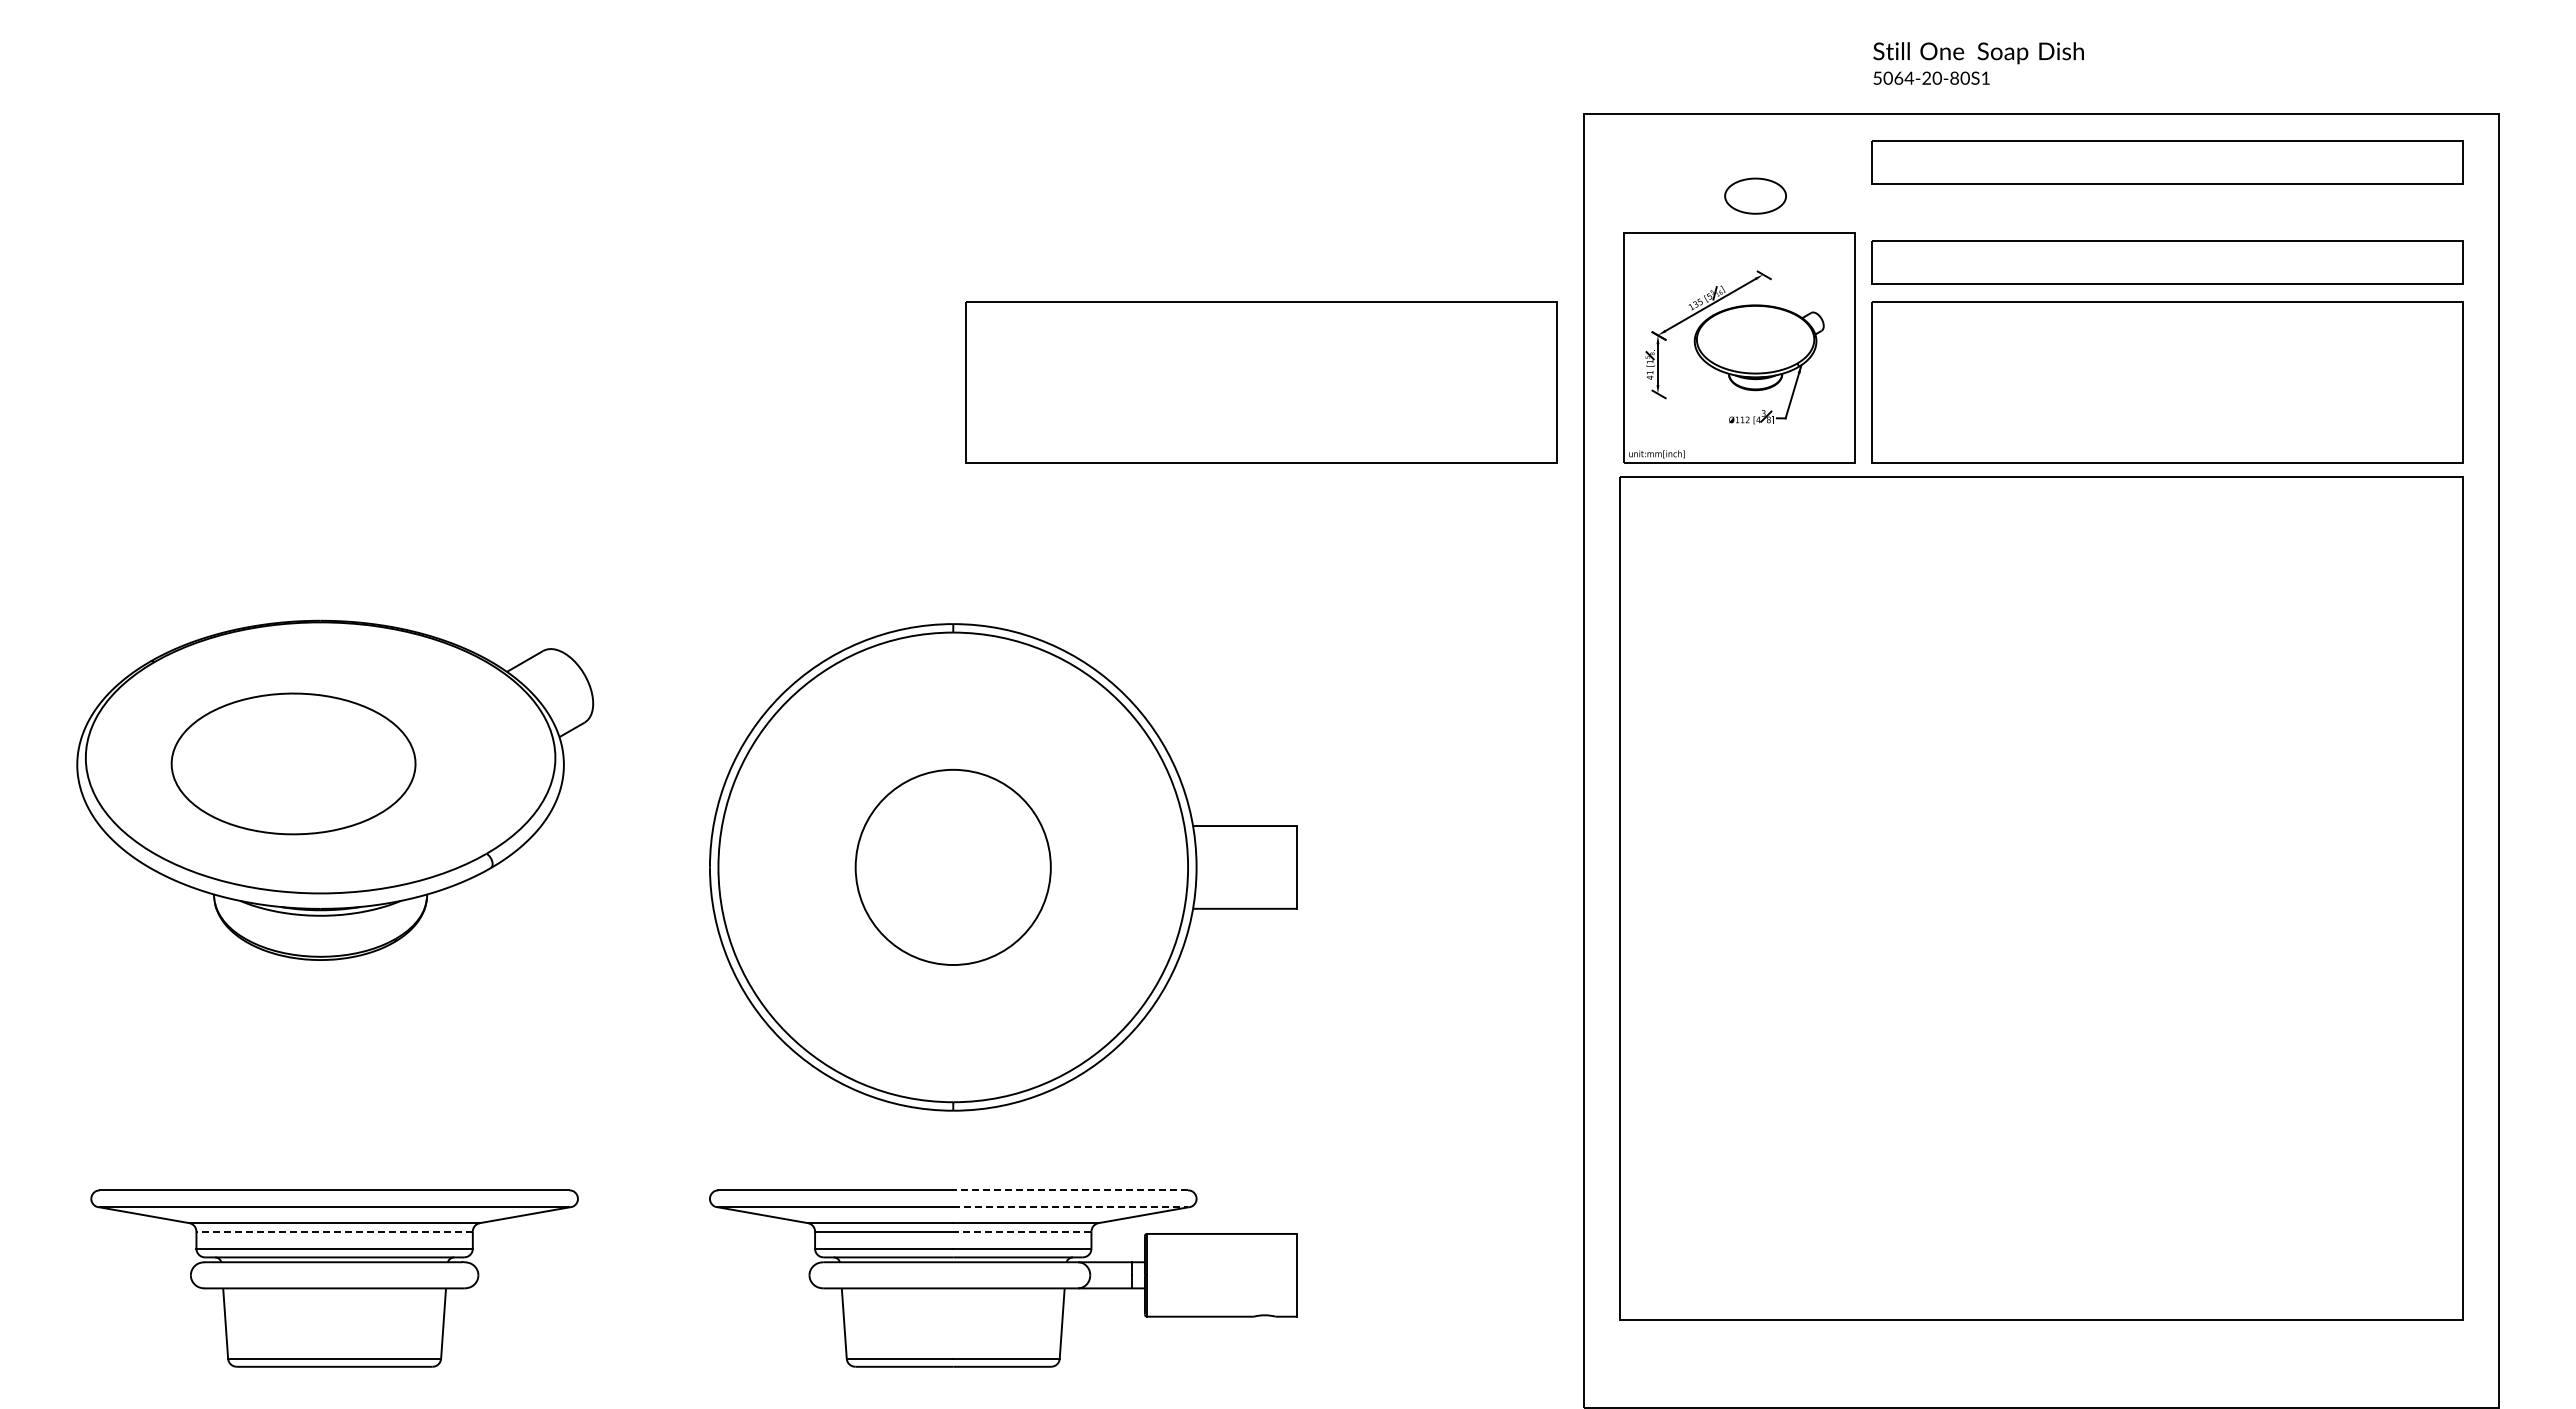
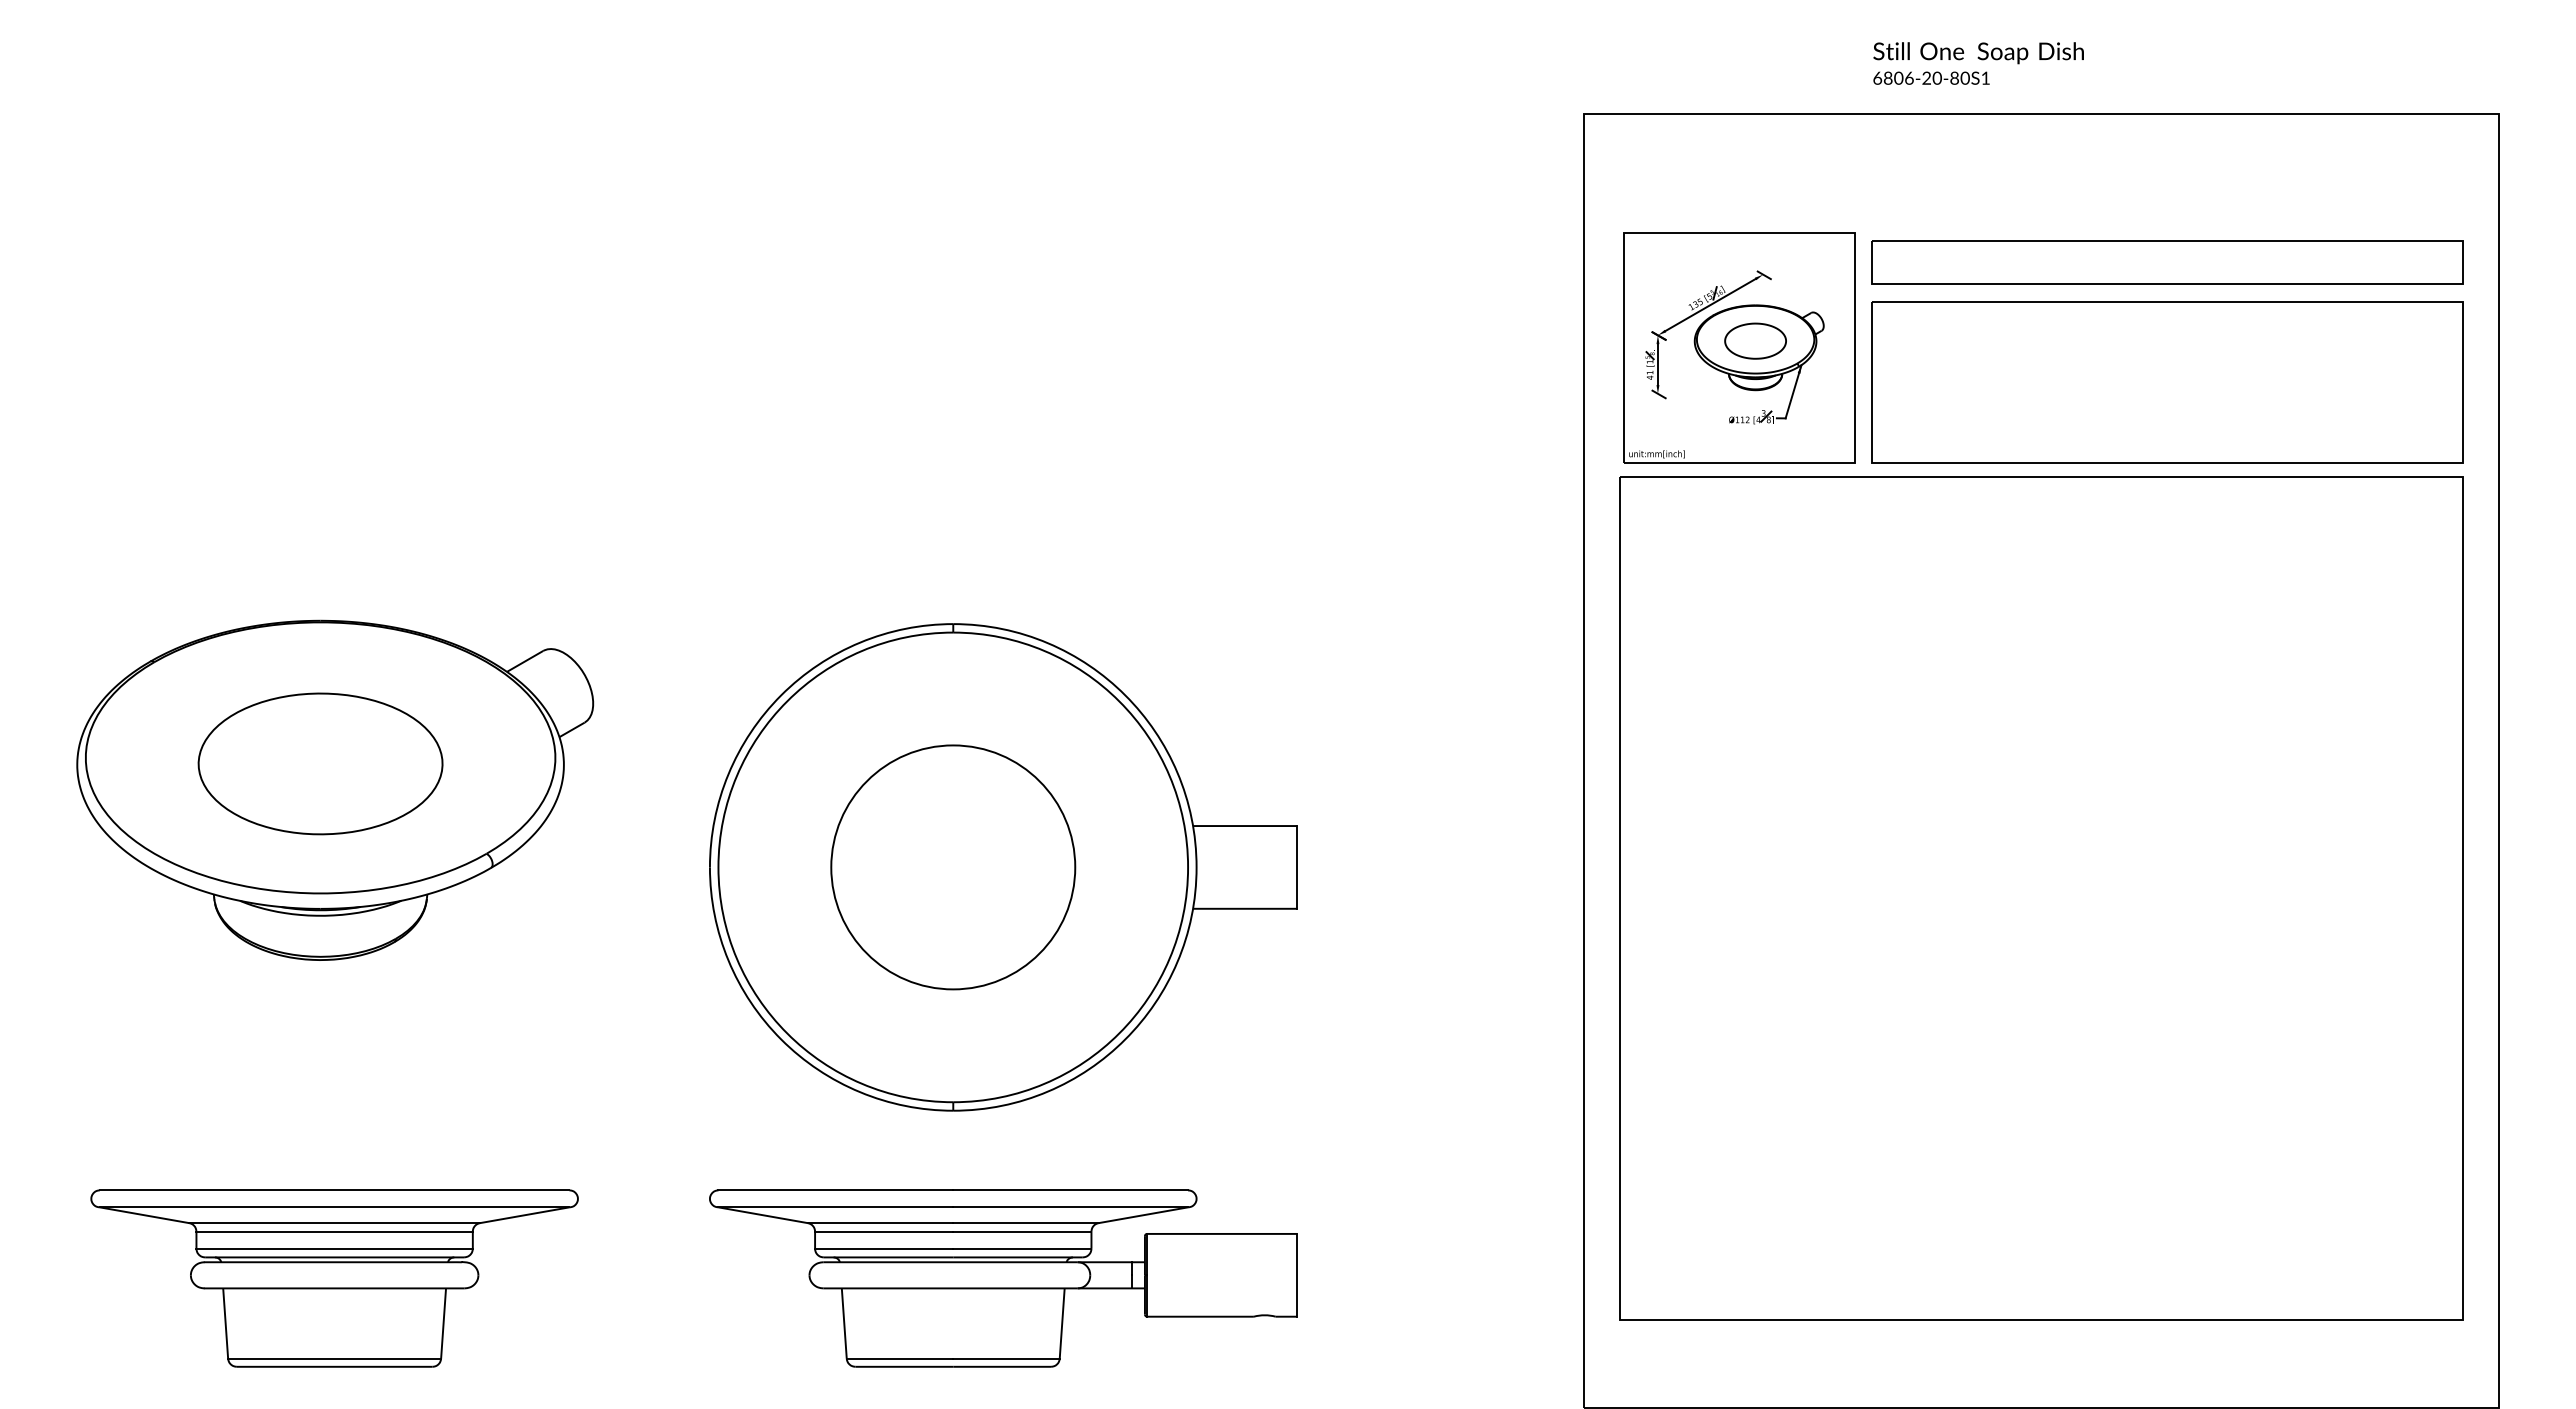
text at (1893, 77): 5064-20-80S1 -> 6806-20-80S1
part at (2167, 162): present -> none
part at (1755, 195) position: (1755, 195) -> (1755, 340)
part at (1261, 382): present -> none
part at (293, 763) position: (293, 763) -> (320, 763)
circle at (952, 867) diameter: 195 px -> 244 px
line at (1070, 1190): dashed -> solid
line at (1071, 1207): dashed -> solid
line at (334, 1231): dashed -> solid
line at (1021, 1231): dashed -> solid
